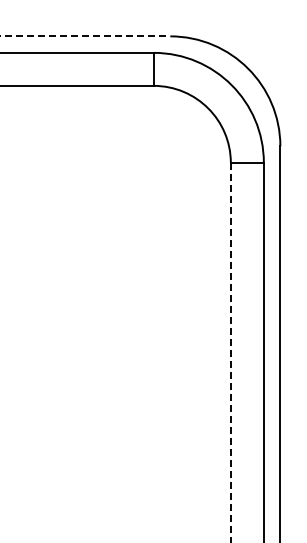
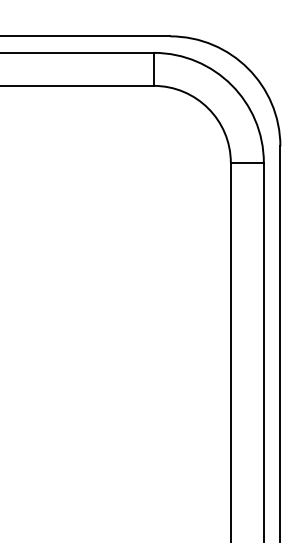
line at (85, 36): dashed -> solid
line at (230, 352): dashed -> solid
